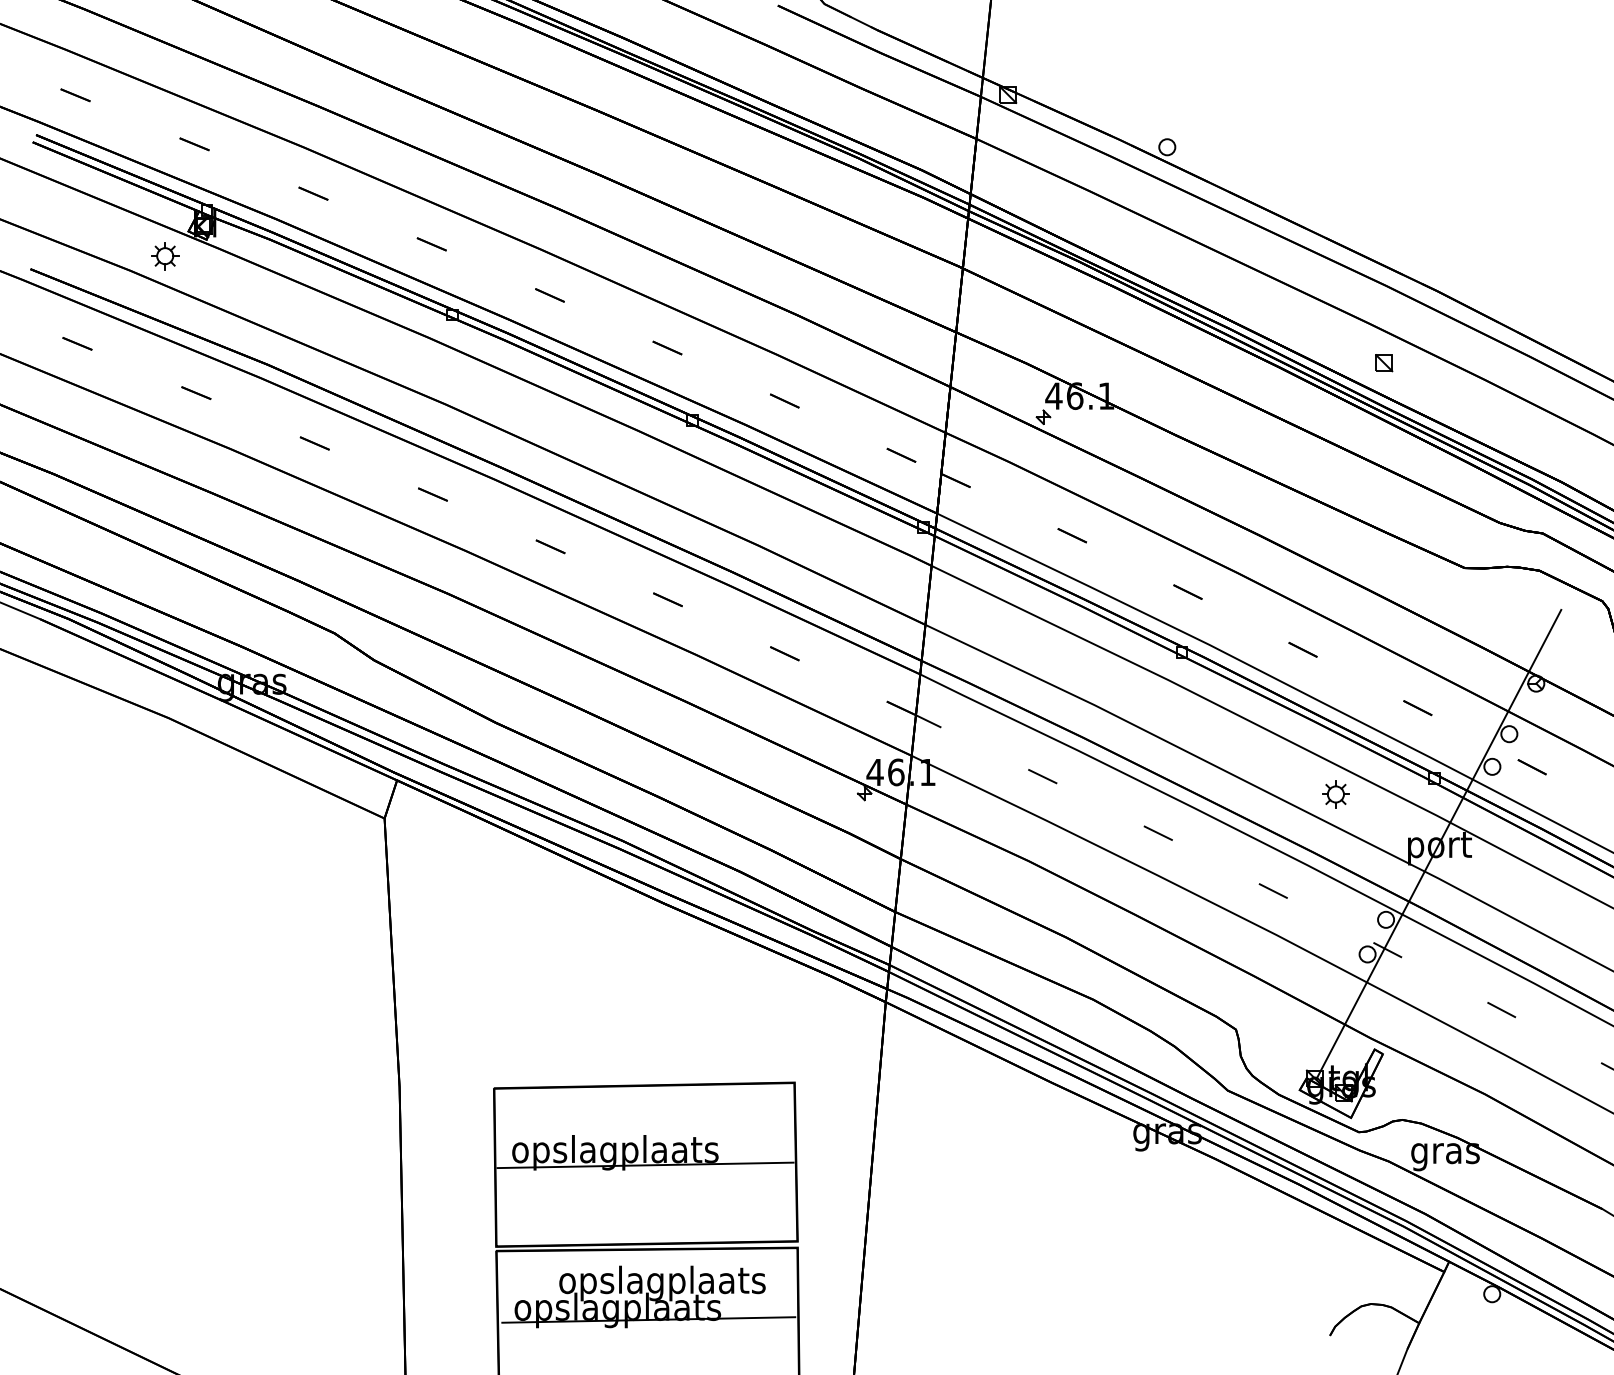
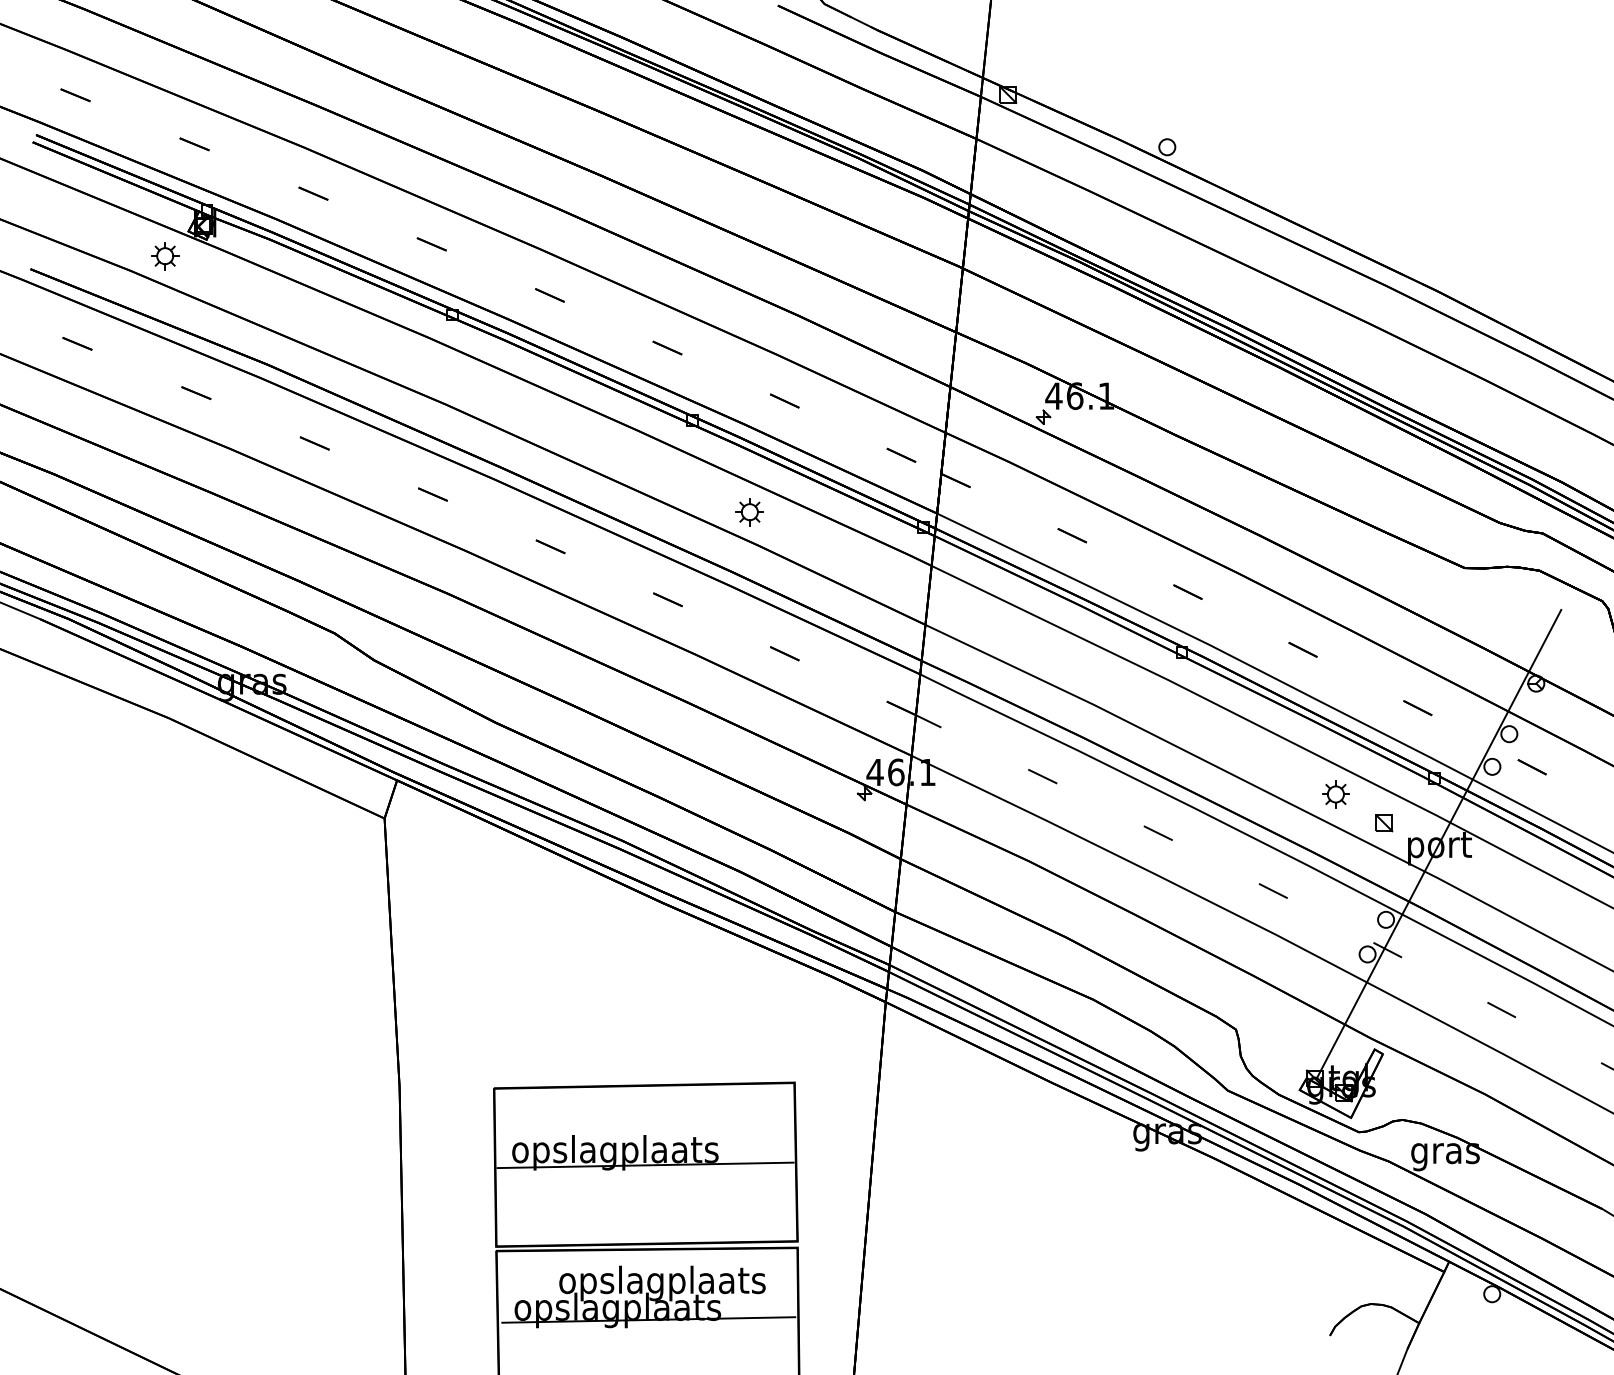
part at (1384, 363) position: (1384, 363) -> (1384, 823)
part at (749, 512): none -> present
